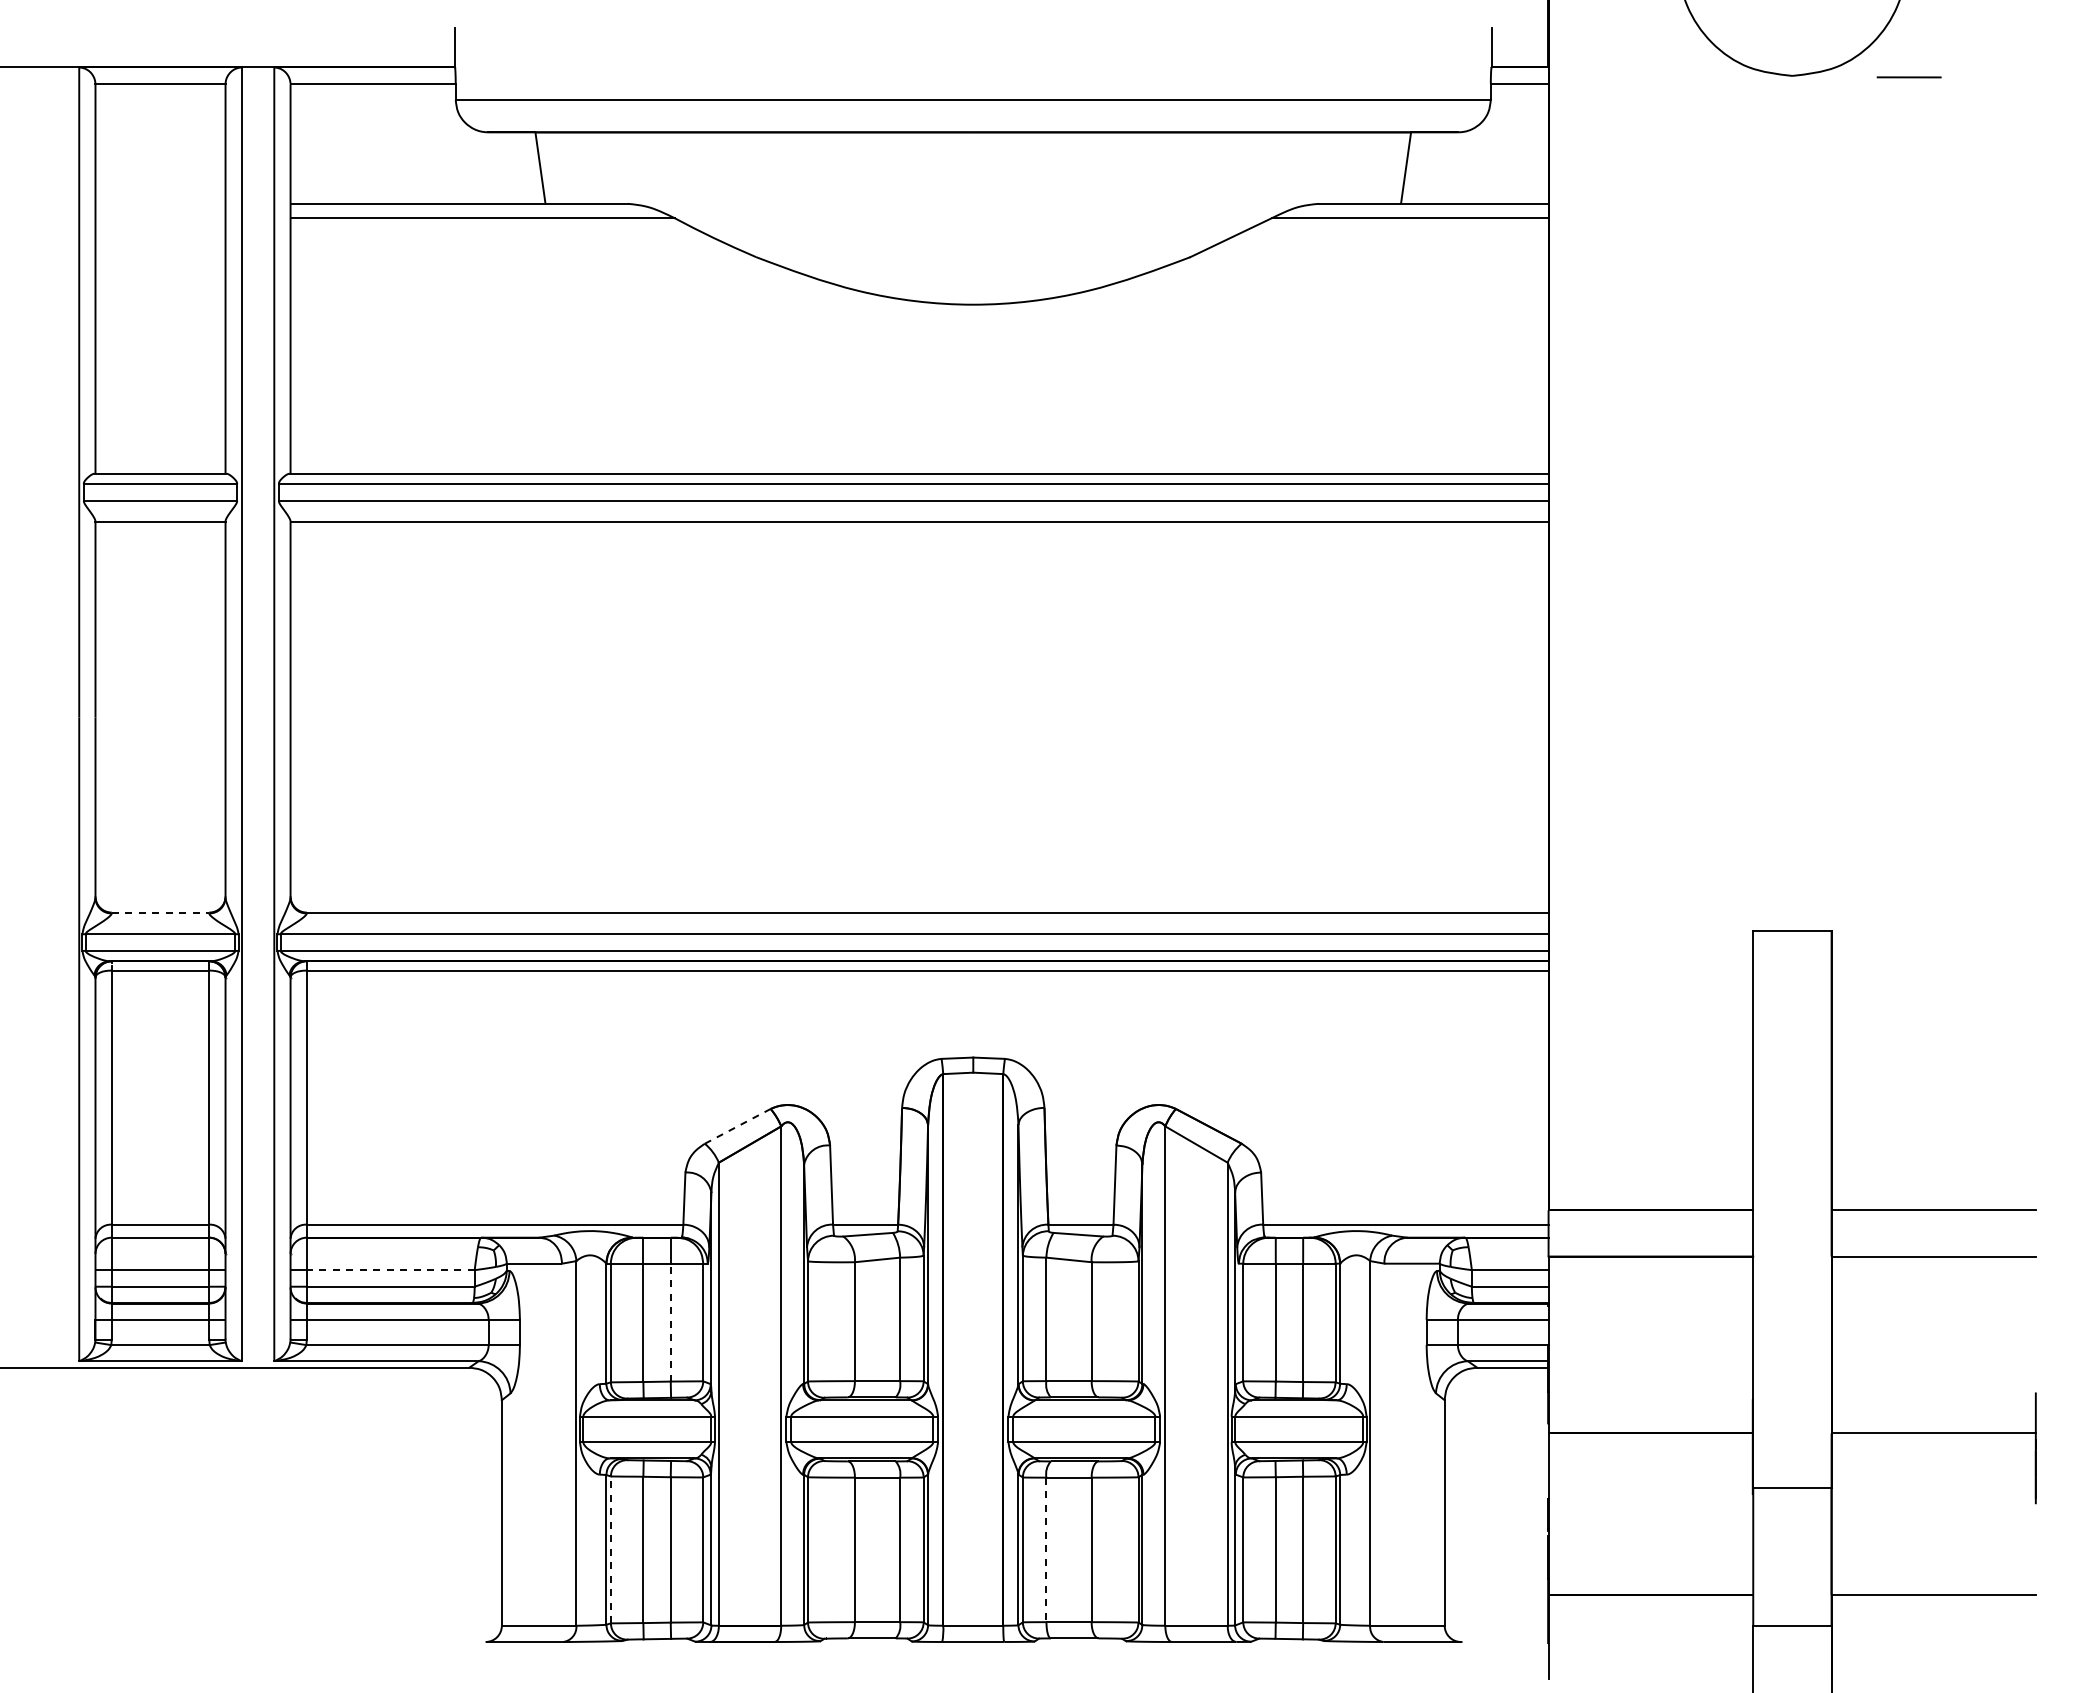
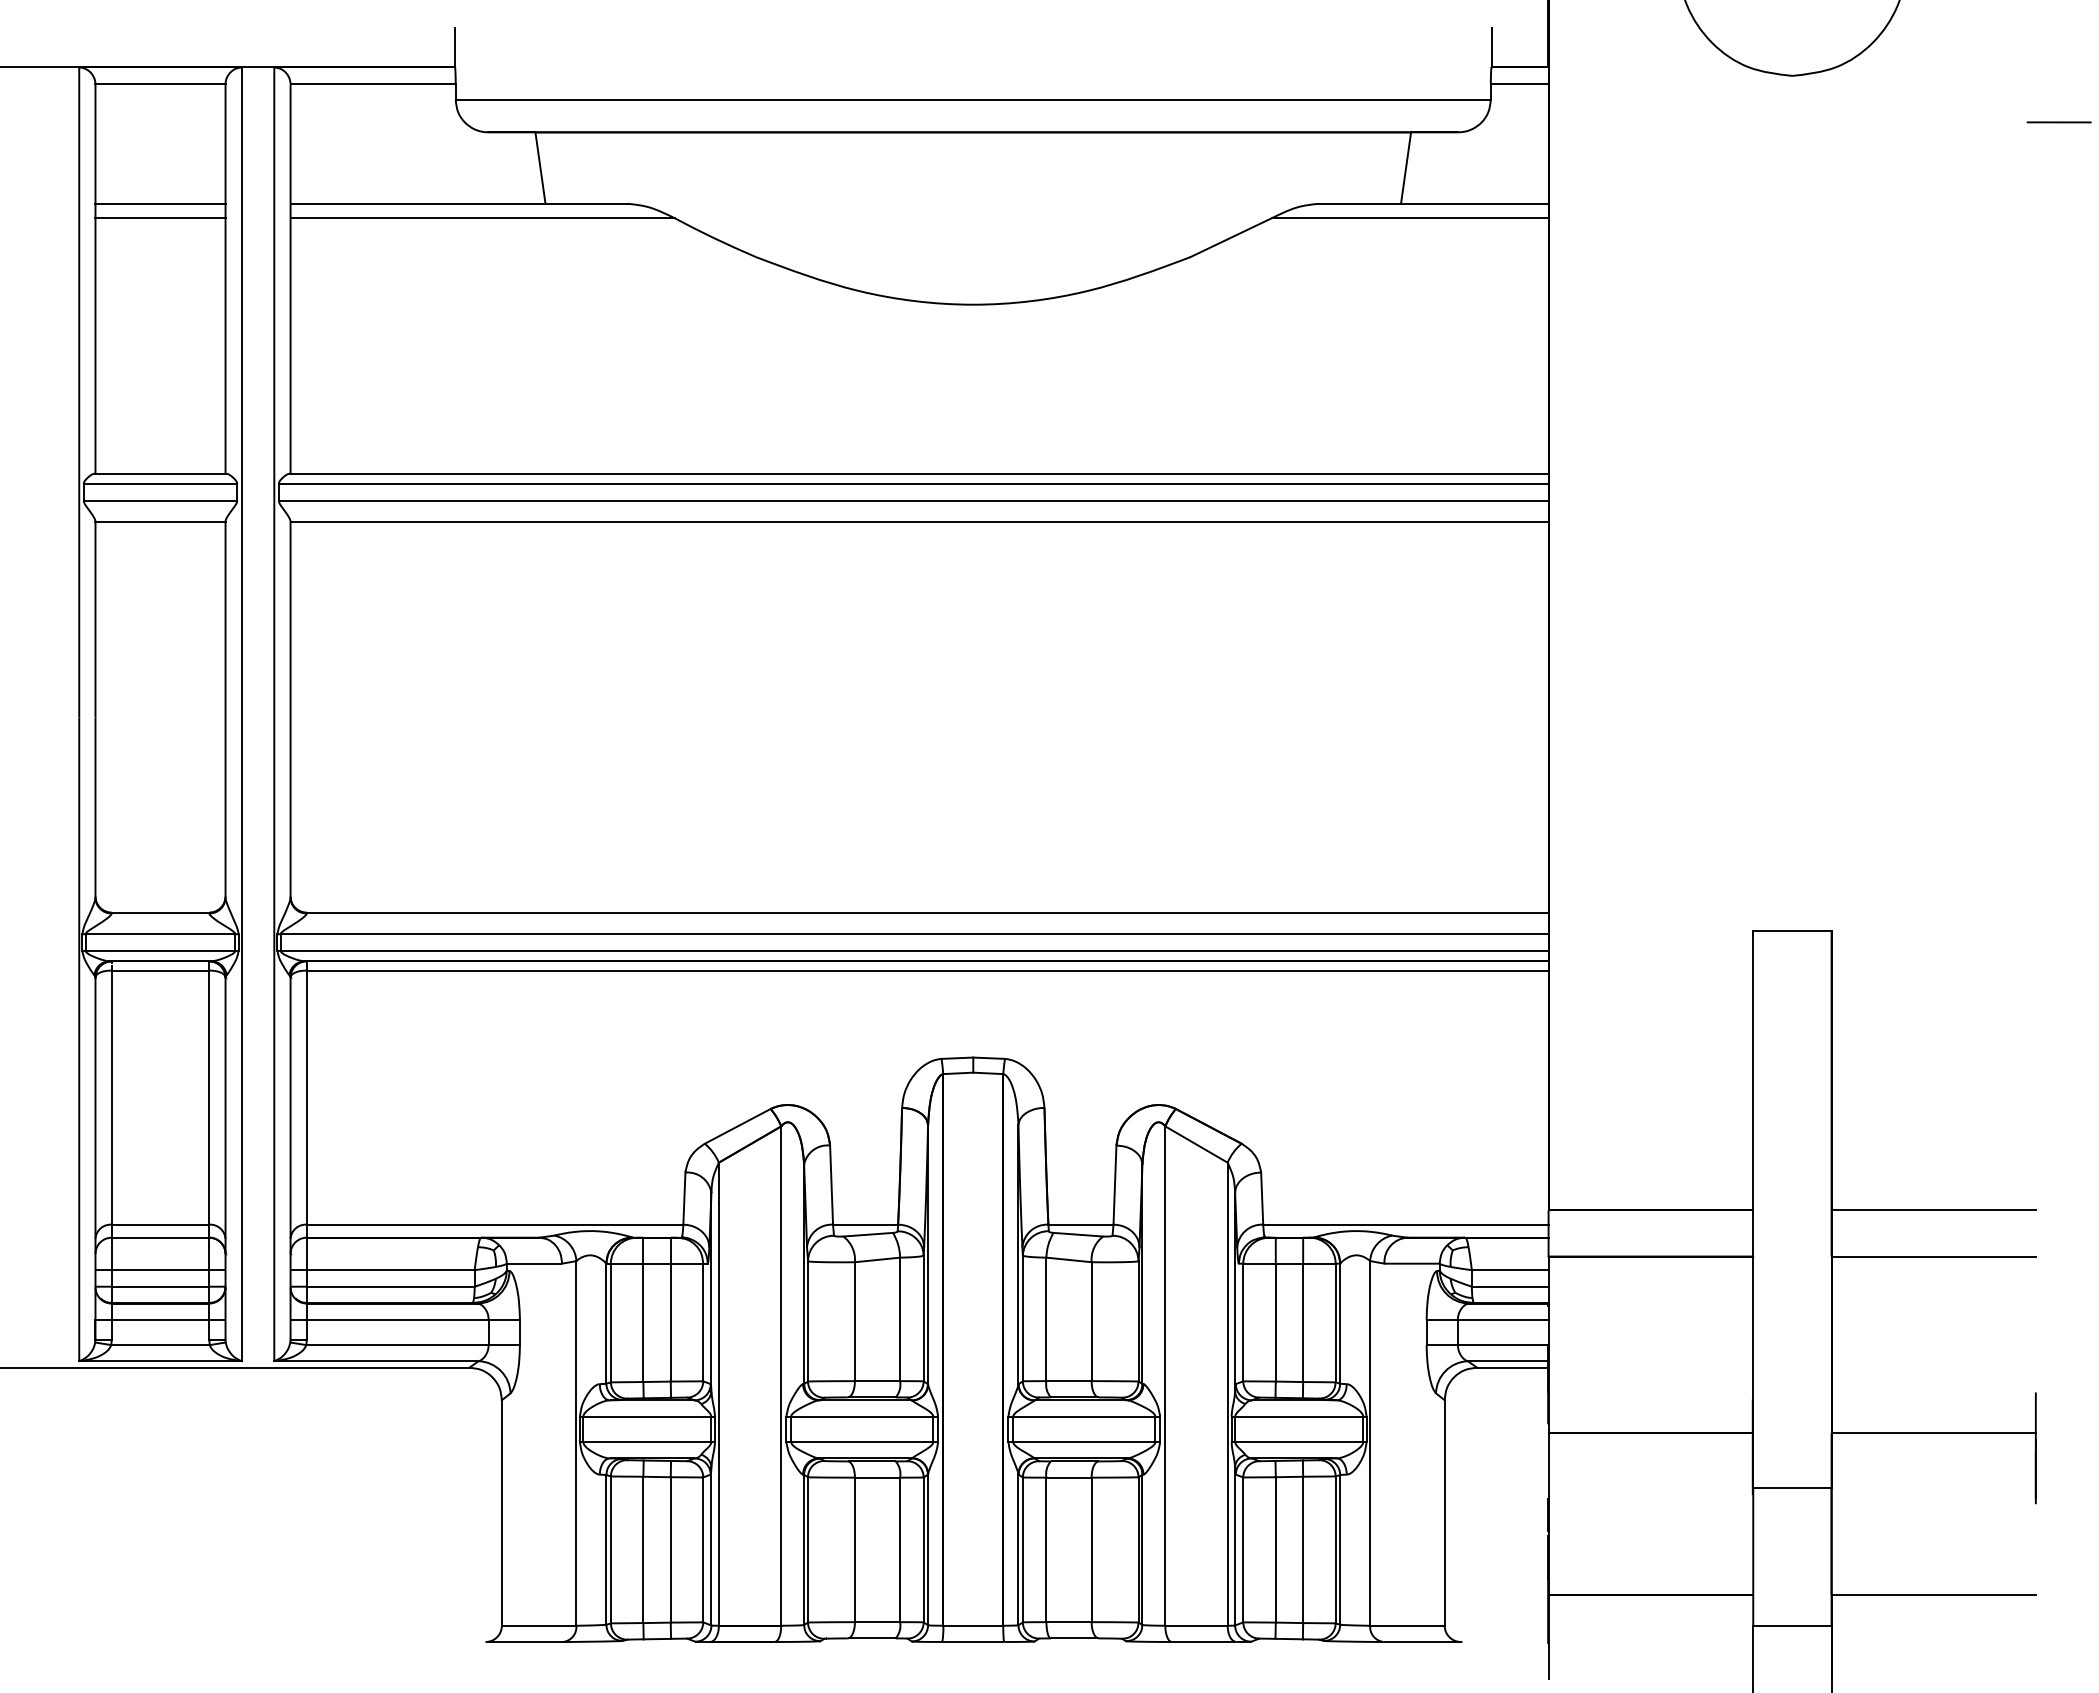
line at (1908, 77) position: (1908, 77) -> (2058, 122)
line at (160, 203): none -> present
line at (160, 218): none -> present
line at (160, 912): dashed -> solid
line at (738, 1126): dashed -> solid
line at (390, 1270): dashed -> solid
line at (670, 1322): dashed -> solid
line at (610, 1549): dashed -> solid
line at (1046, 1550): dashed -> solid
